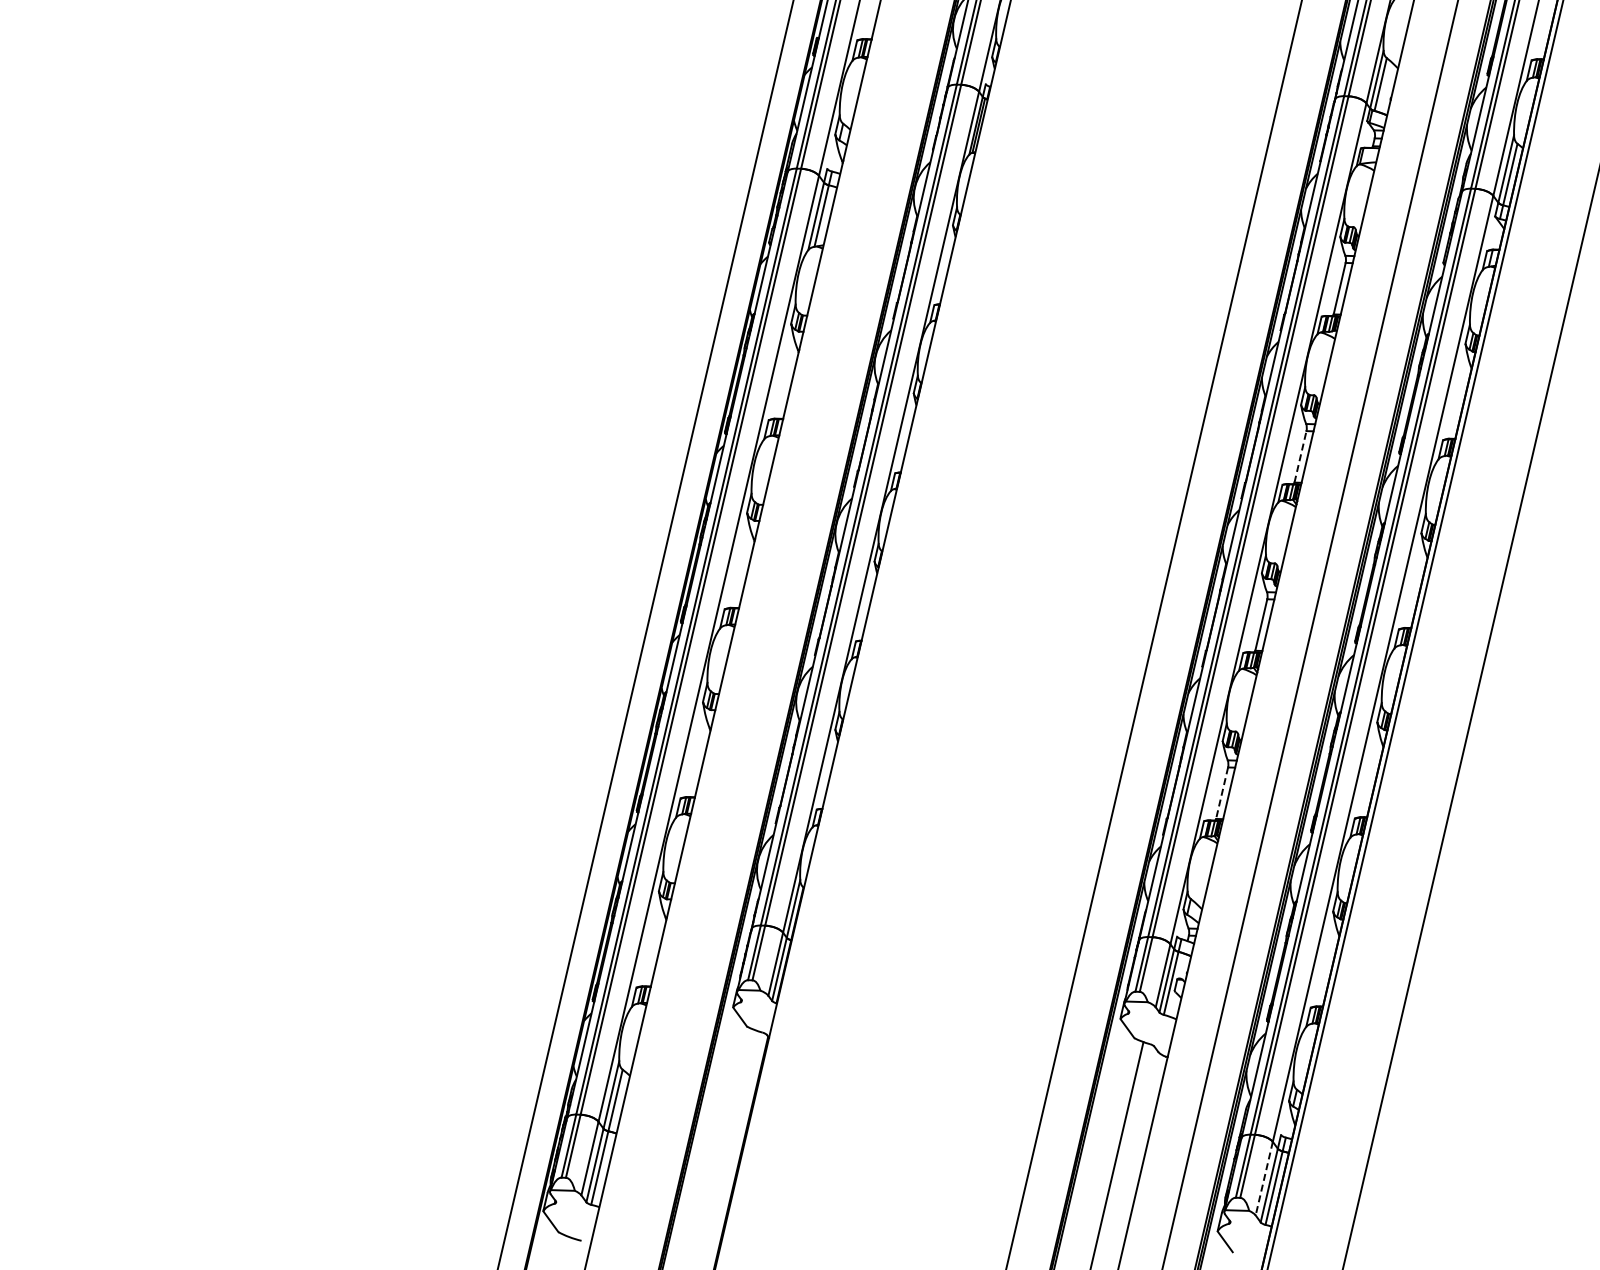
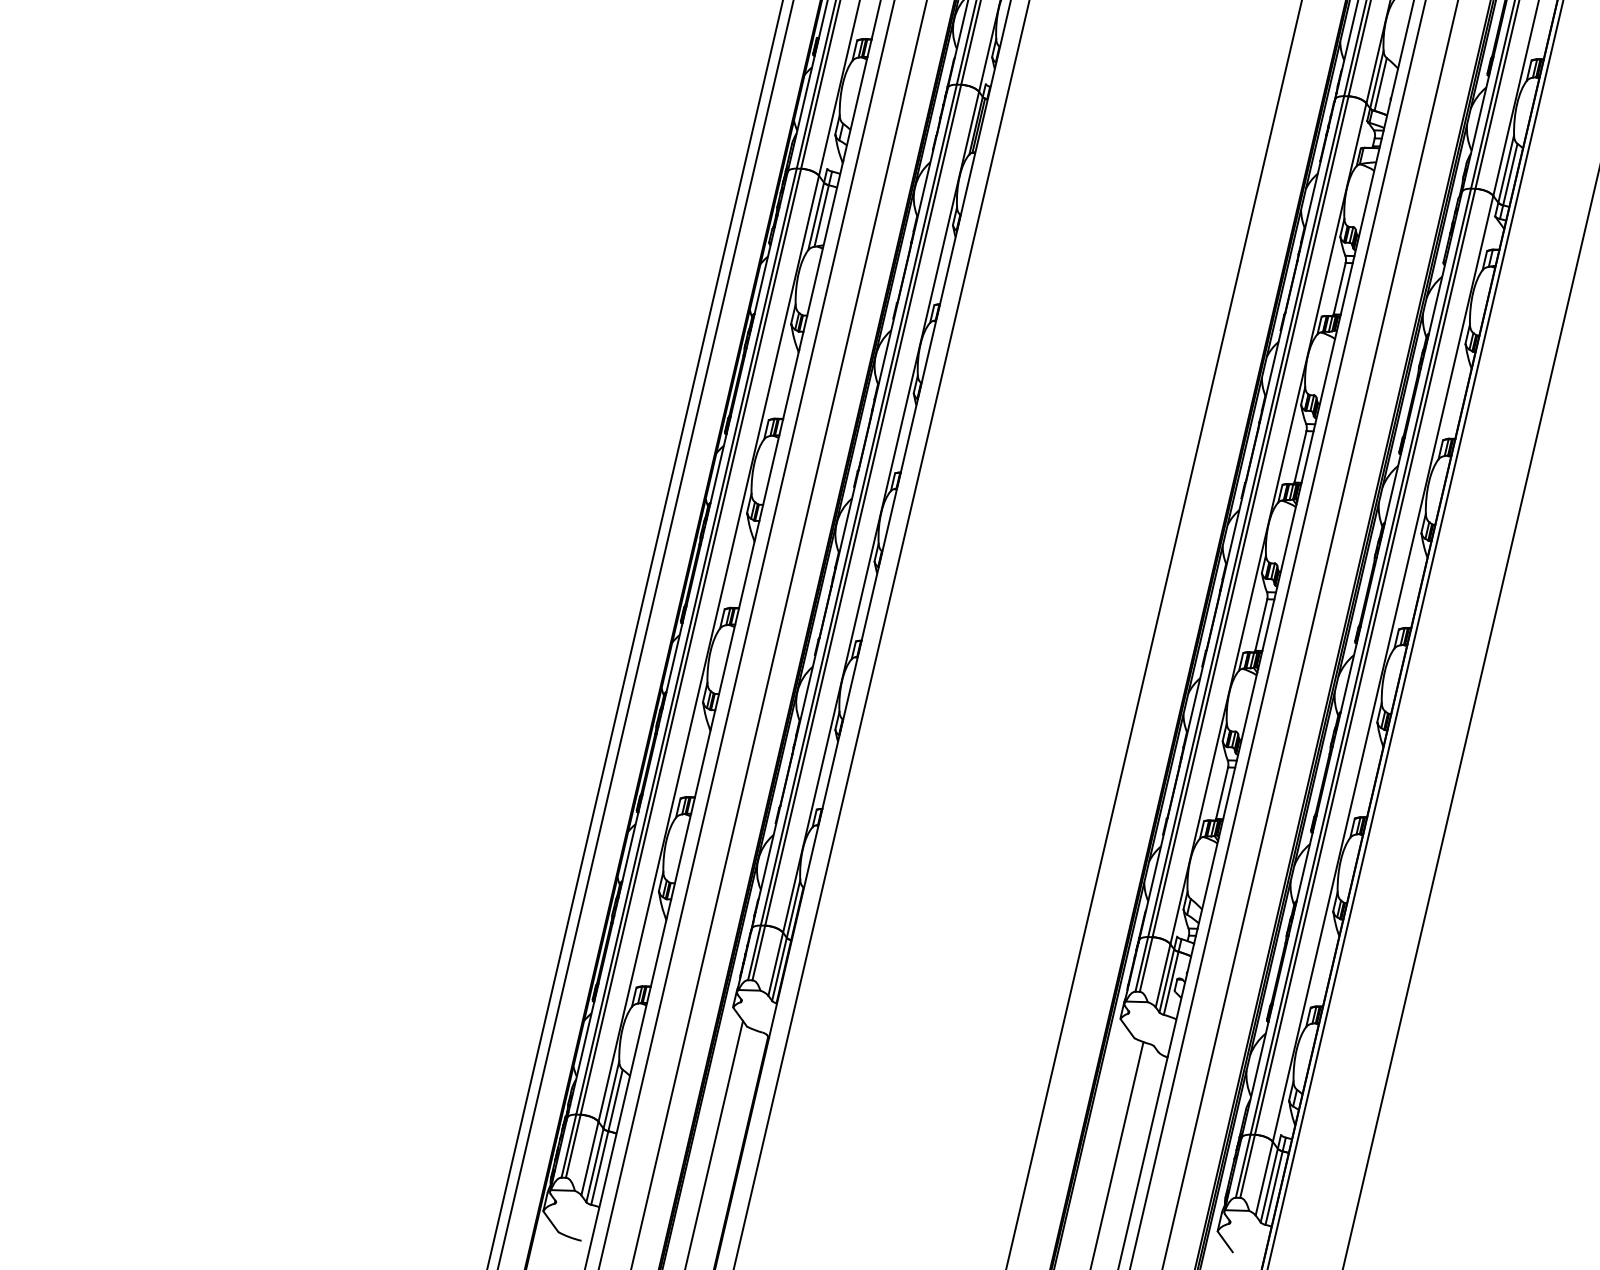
line at (1300, 456): dashed -> solid
line at (634, 634): none -> present
line at (746, 634): none -> present
line at (778, 634): none -> present
line at (881, 634): none -> present
line at (1277, 634): none -> present
line at (1221, 793): dashed -> solid
line at (714, 1143): none -> present
line at (1264, 1178): dashed -> solid
